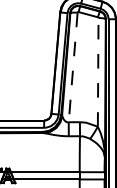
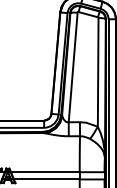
line at (73, 67): dashed -> solid
line at (98, 71): dashed -> solid
